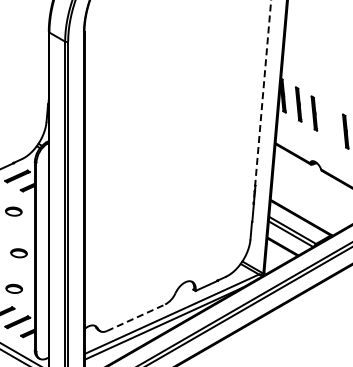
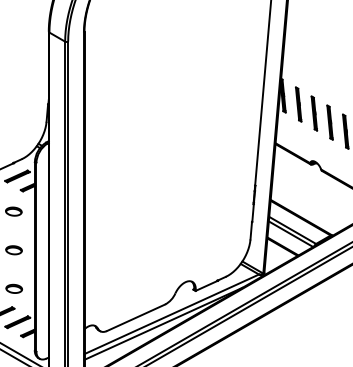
line at (262, 102): dashed -> solid
part at (329, 122): none -> present
part at (18, 253) position: (18, 253) -> (13, 250)
line at (136, 317): dashed -> solid
